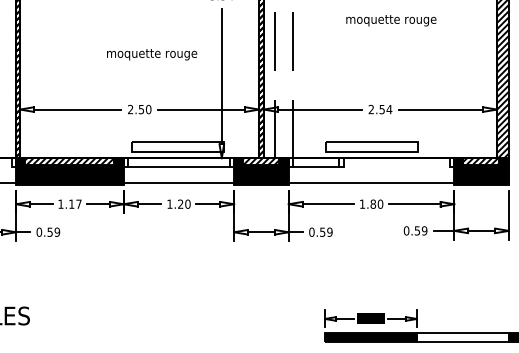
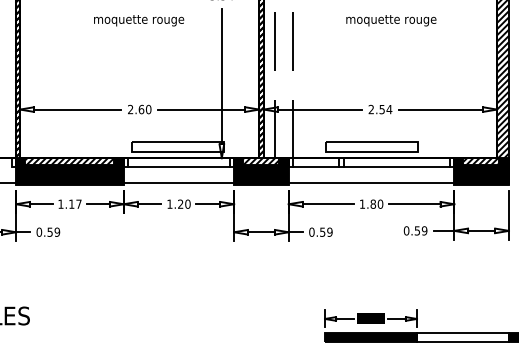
text at (152, 54) position: (152, 54) -> (139, 20)
text at (141, 109): 2.50 -> 2.60
line at (396, 167): none -> present
